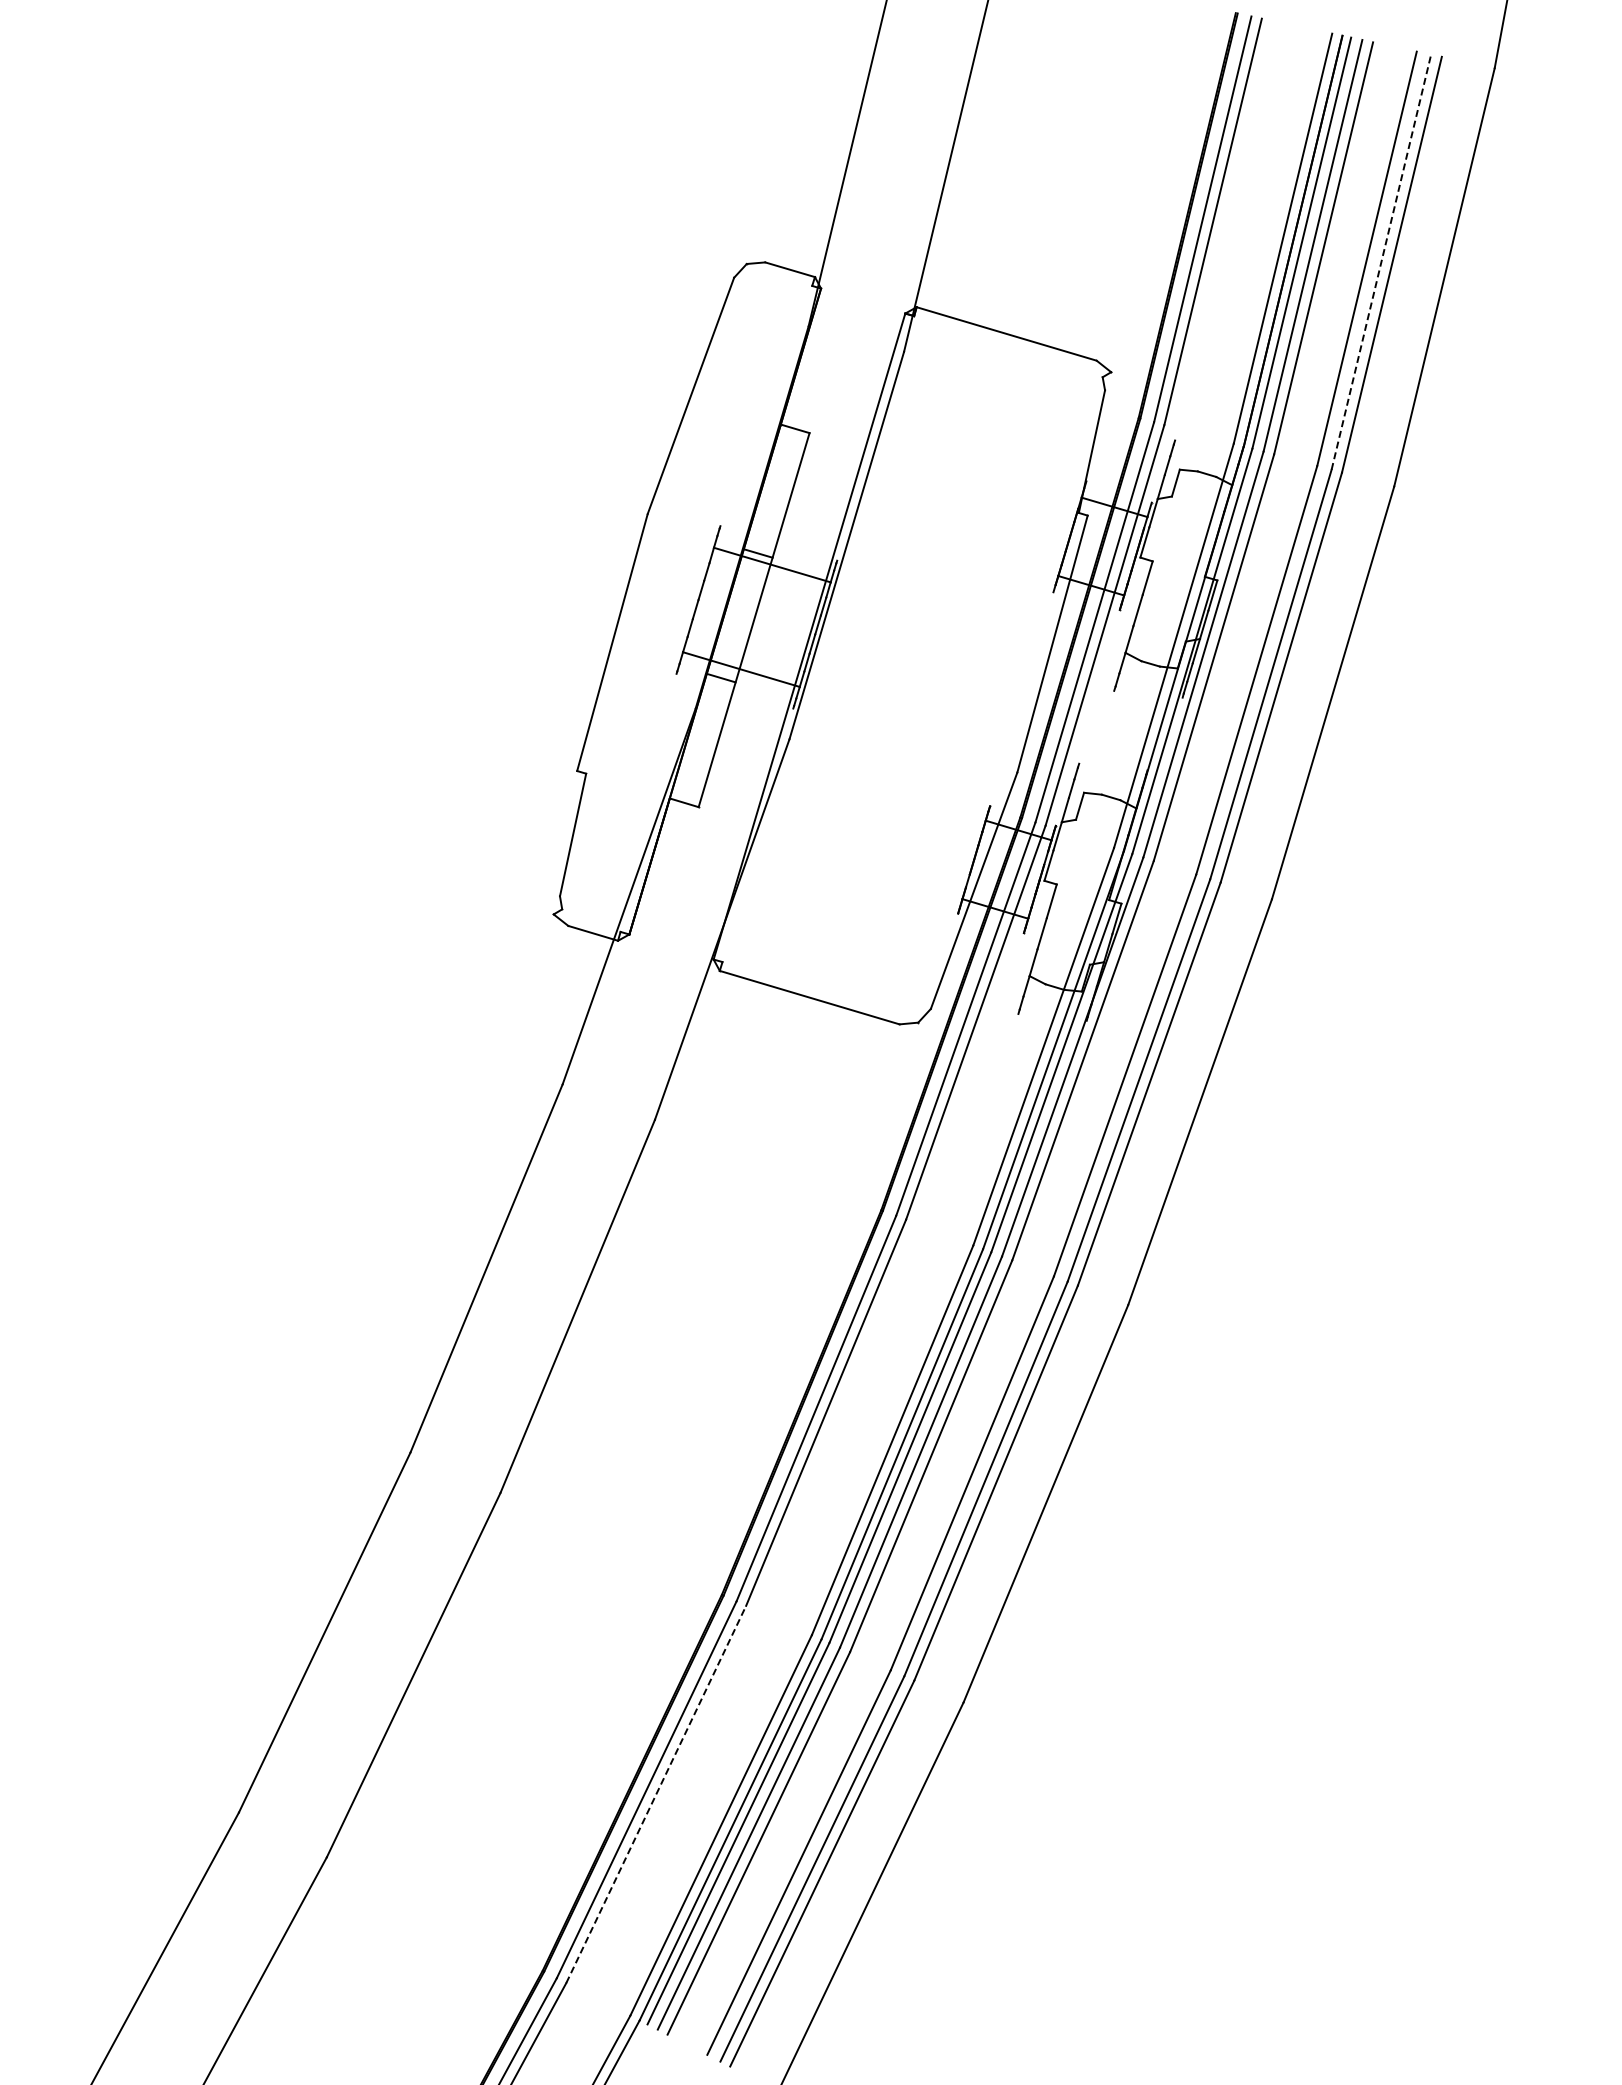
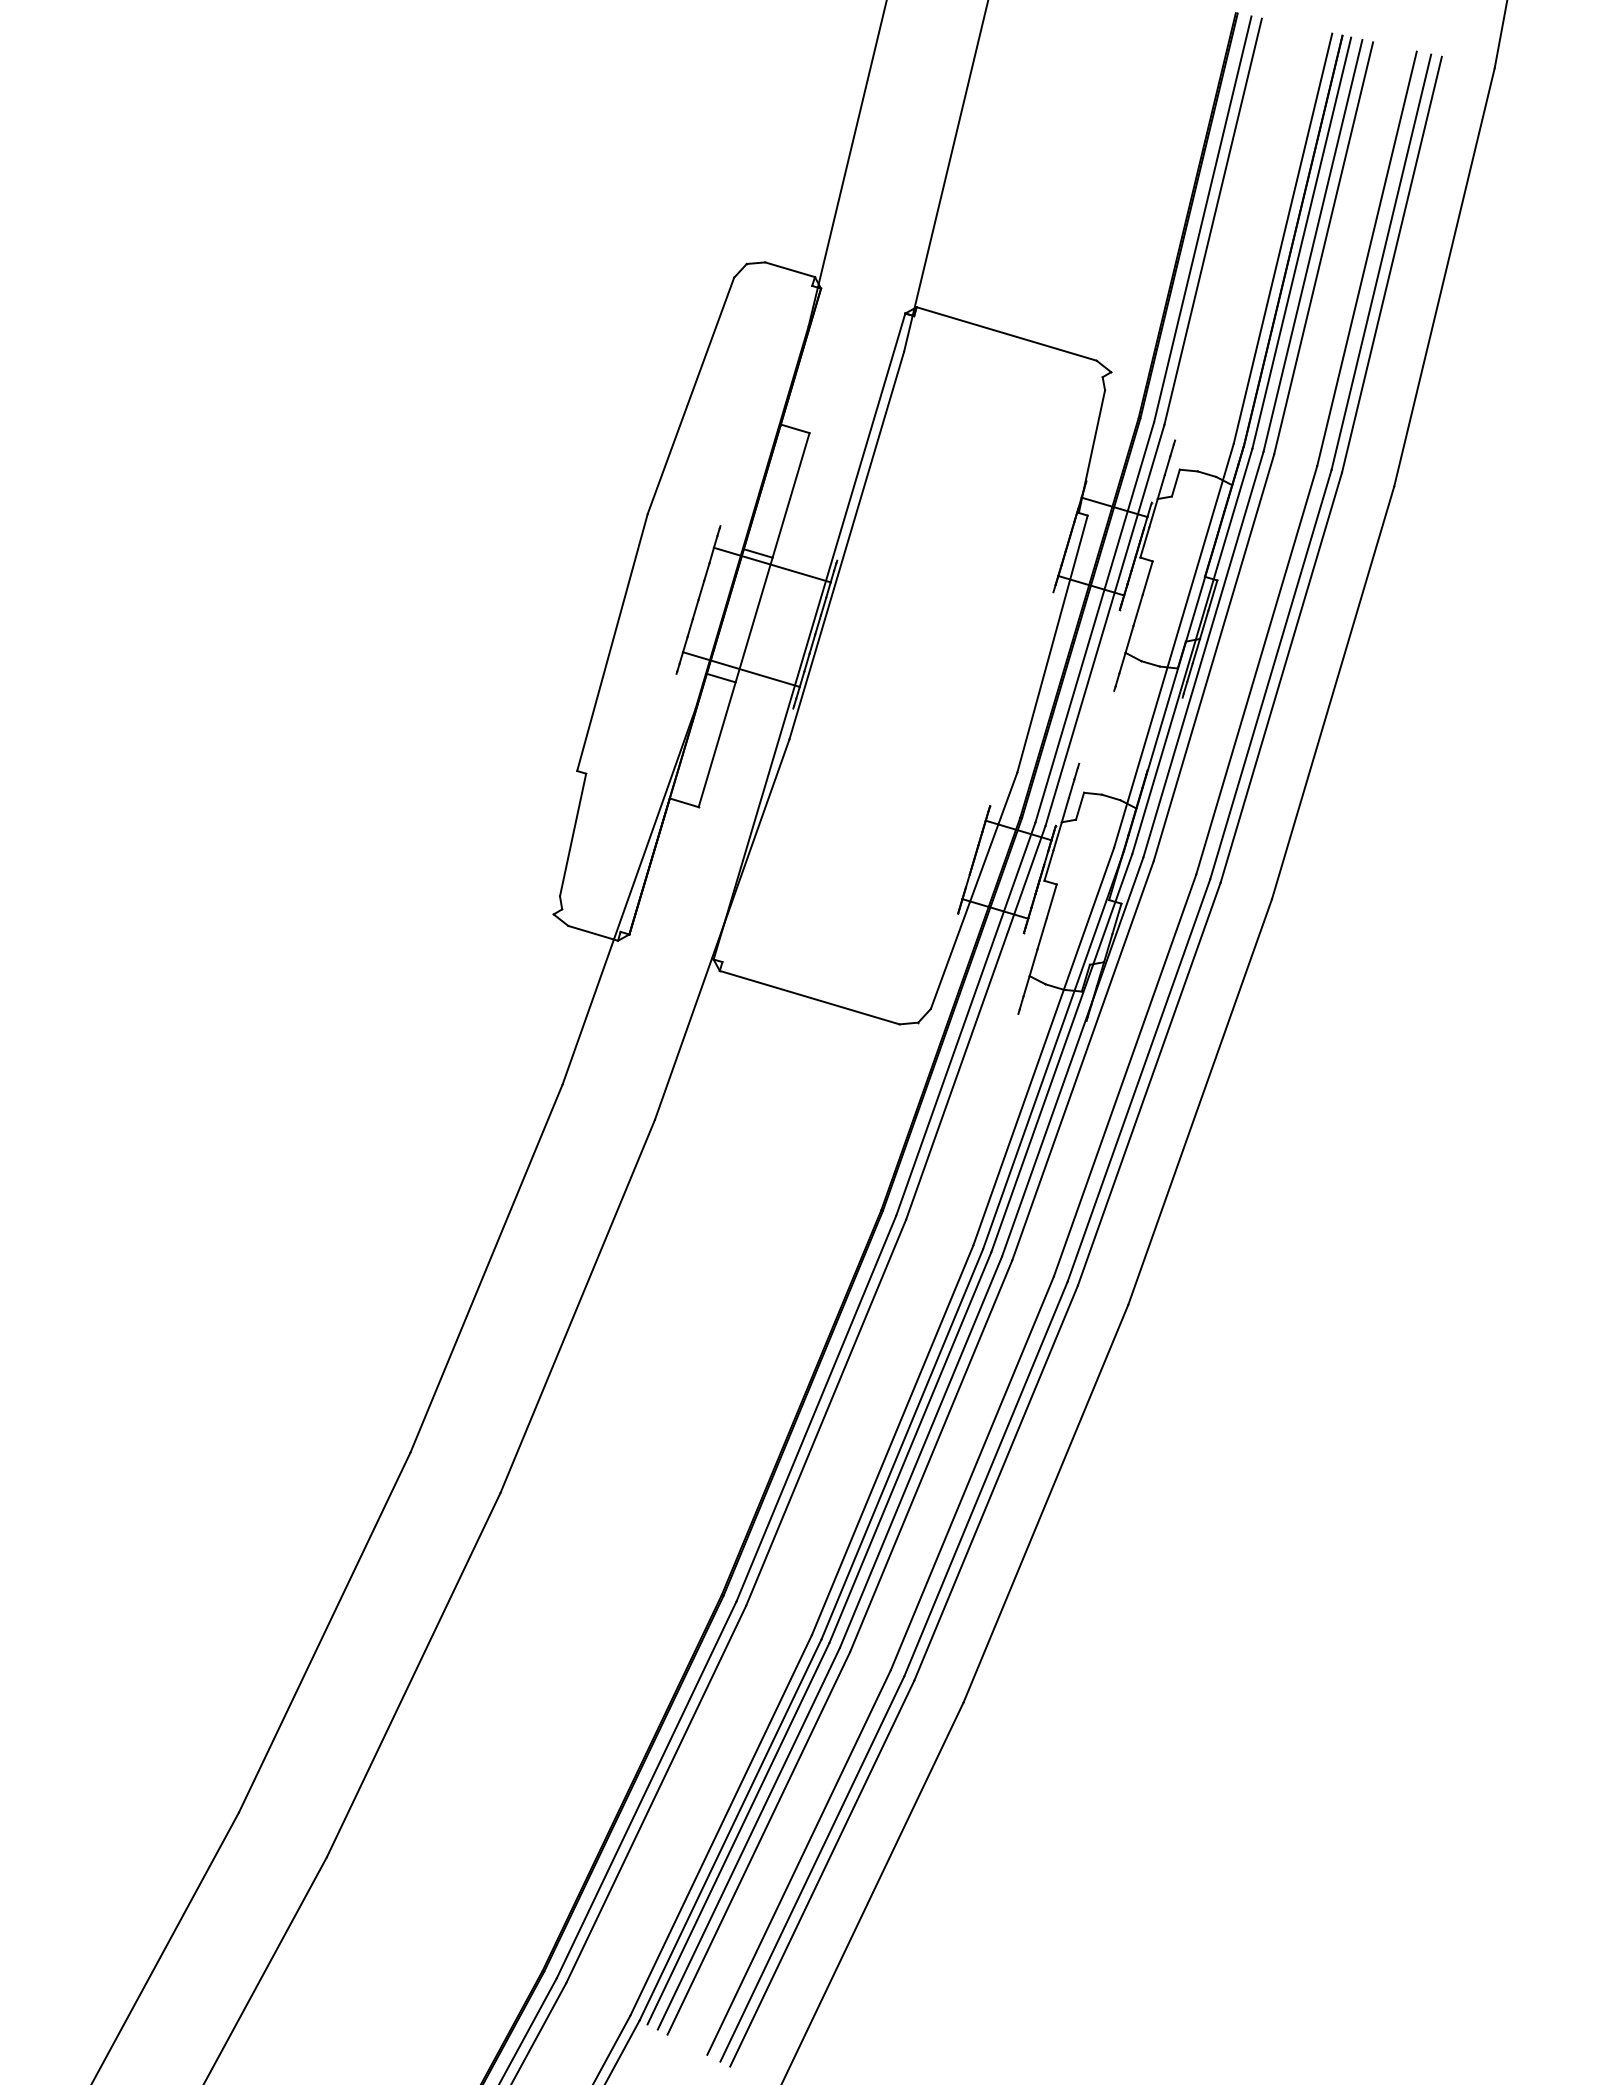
line at (1381, 261): dashed -> solid
line at (656, 1794): dashed -> solid
